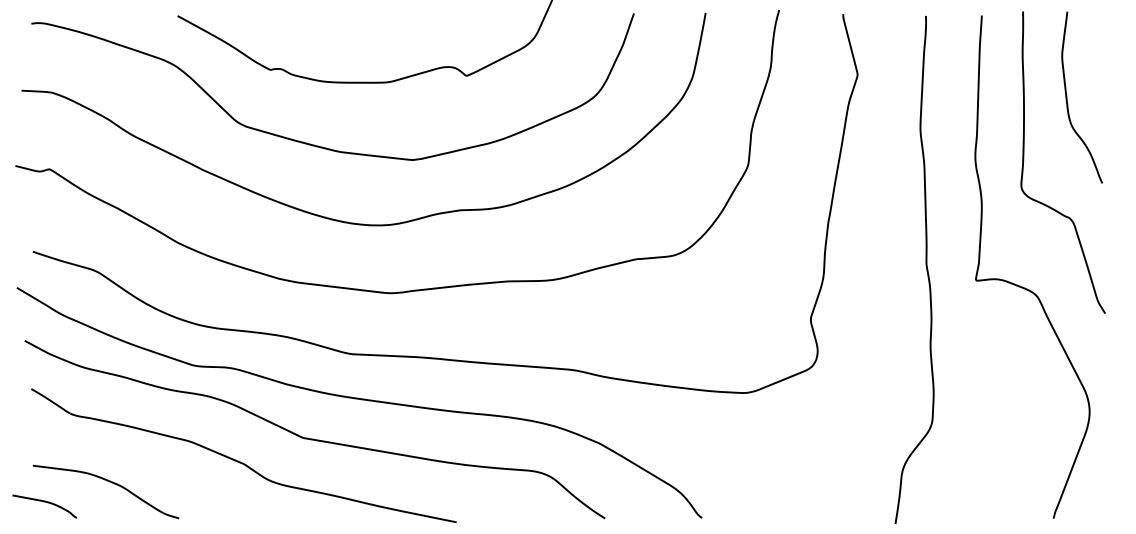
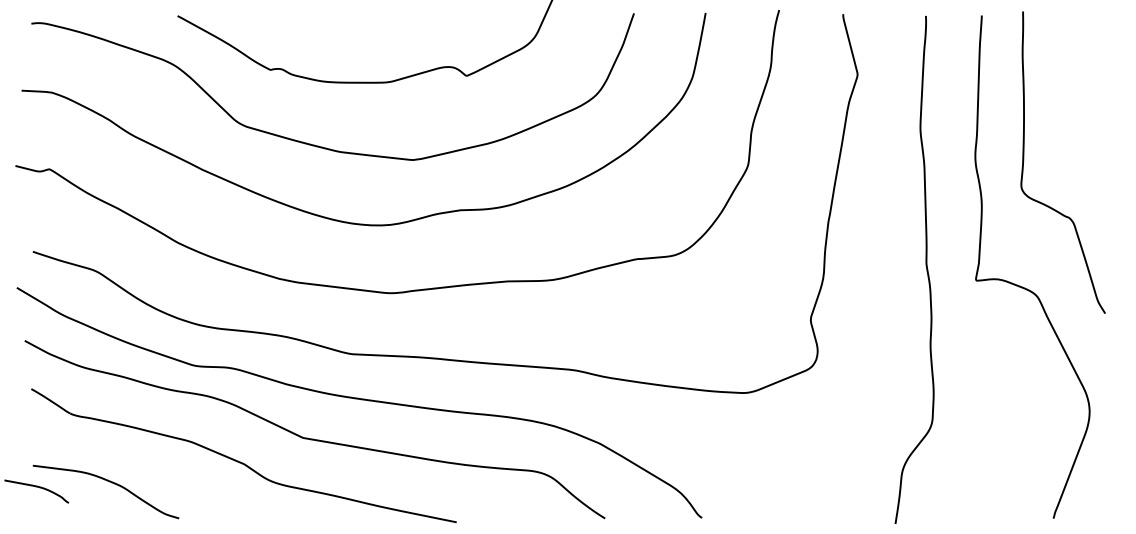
curve at (1067, 97): present -> none
curve at (44, 502) position: (44, 502) -> (36, 487)
